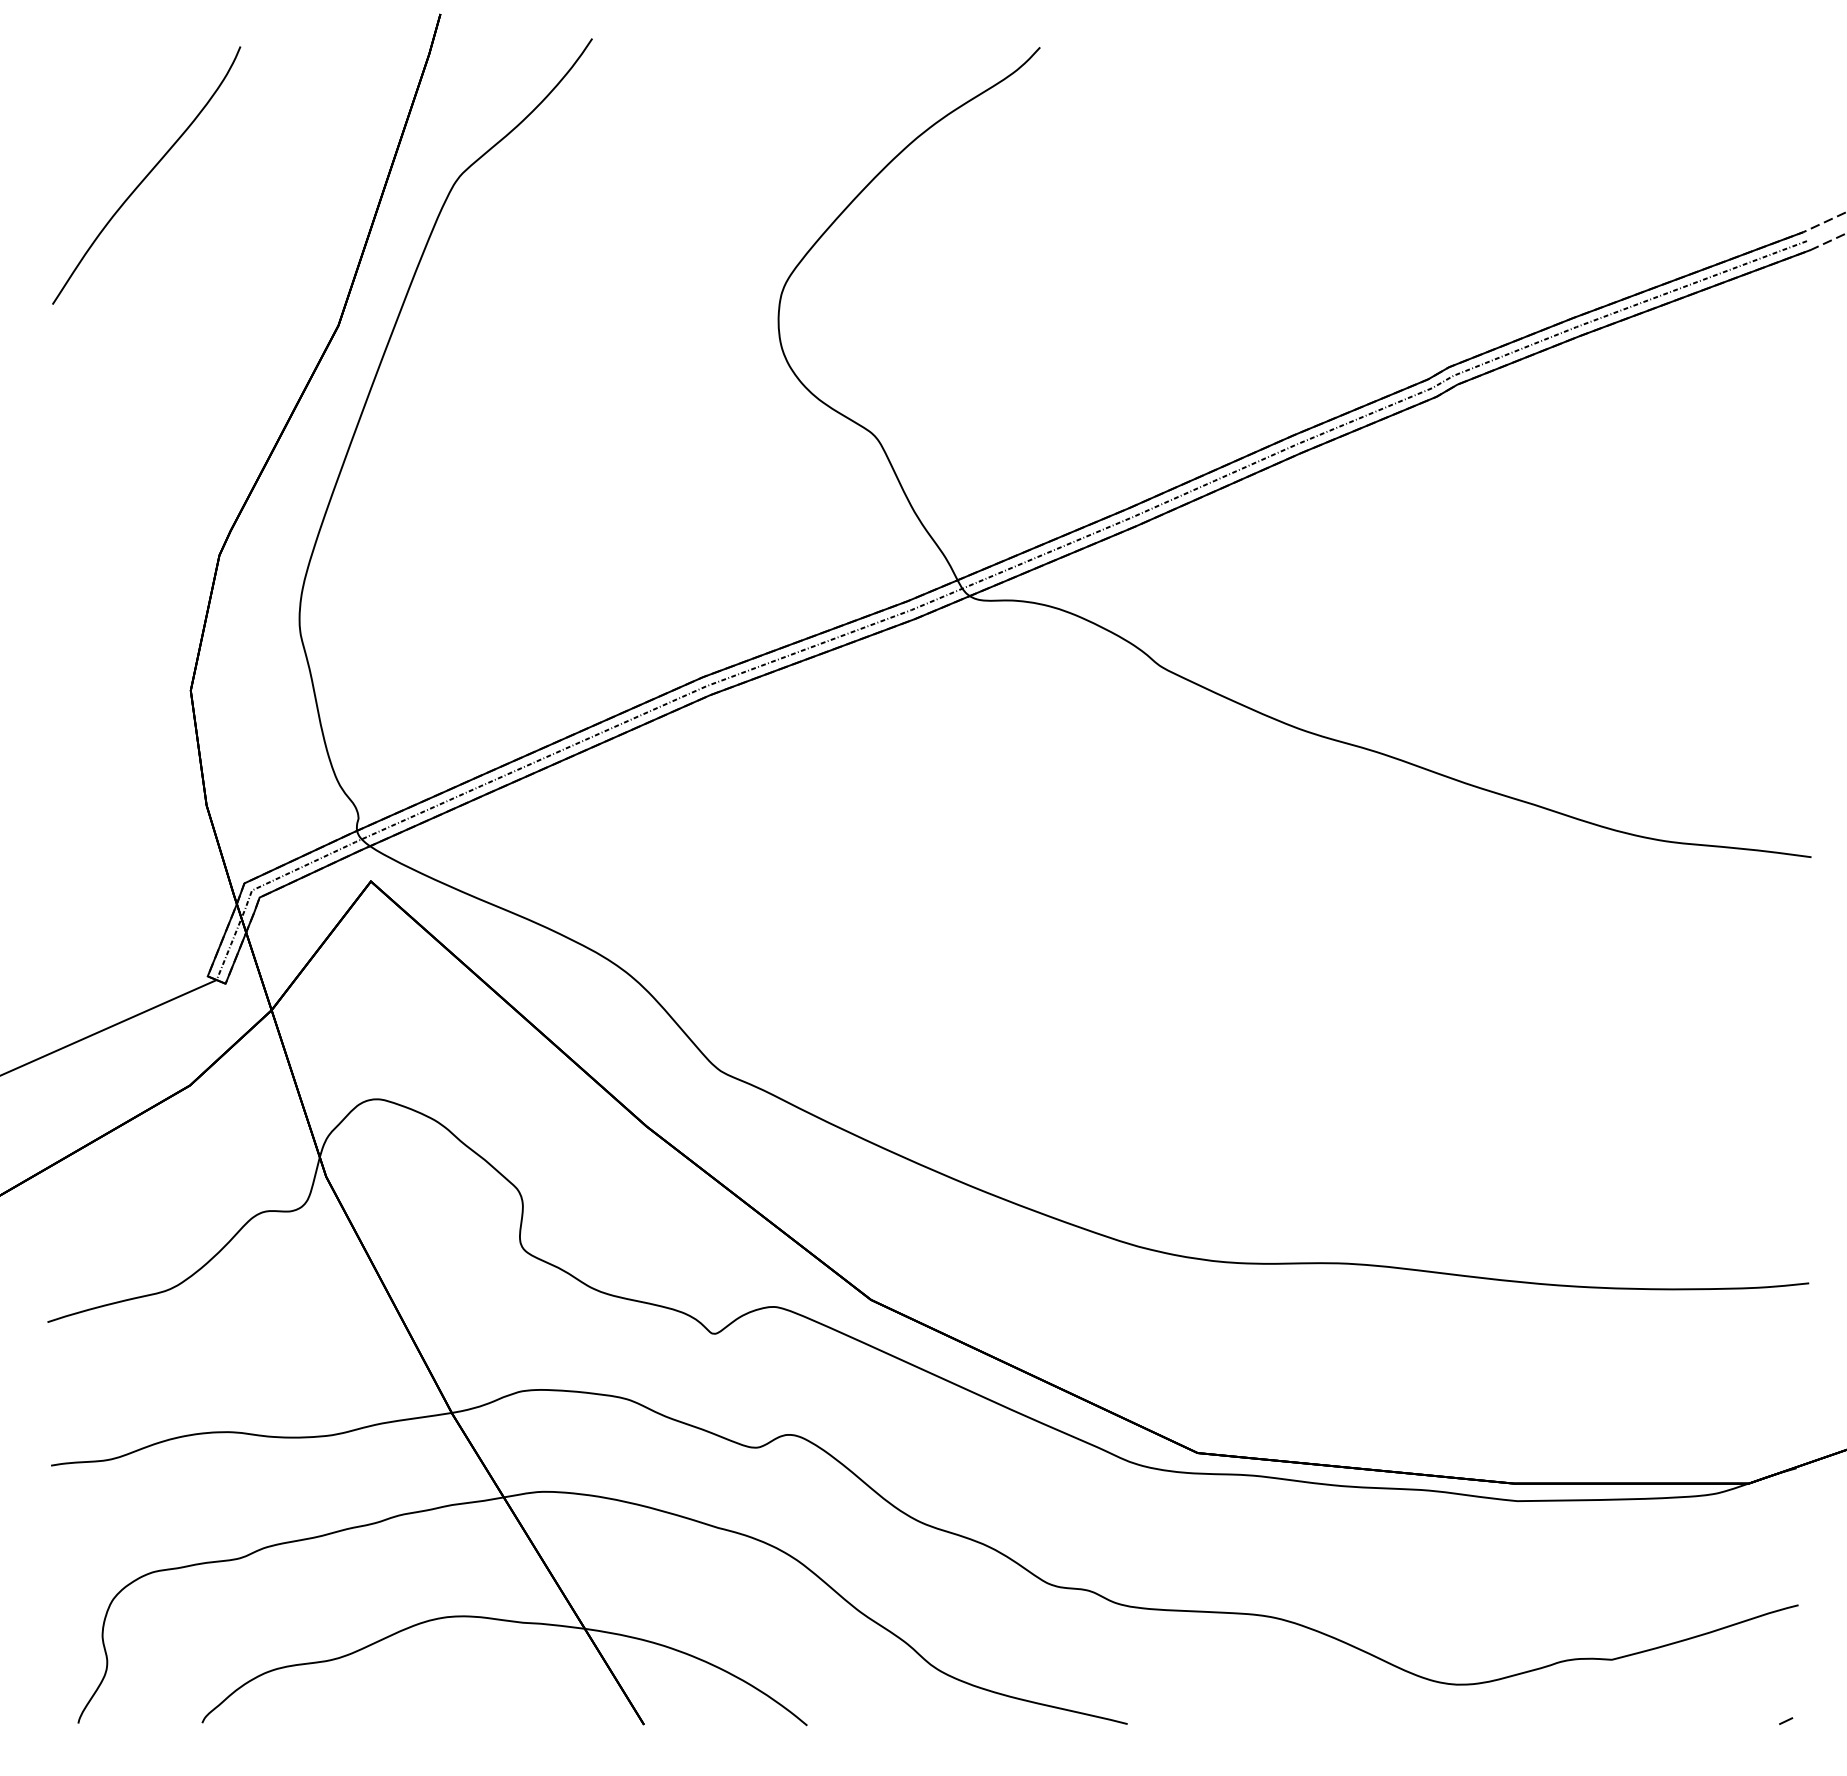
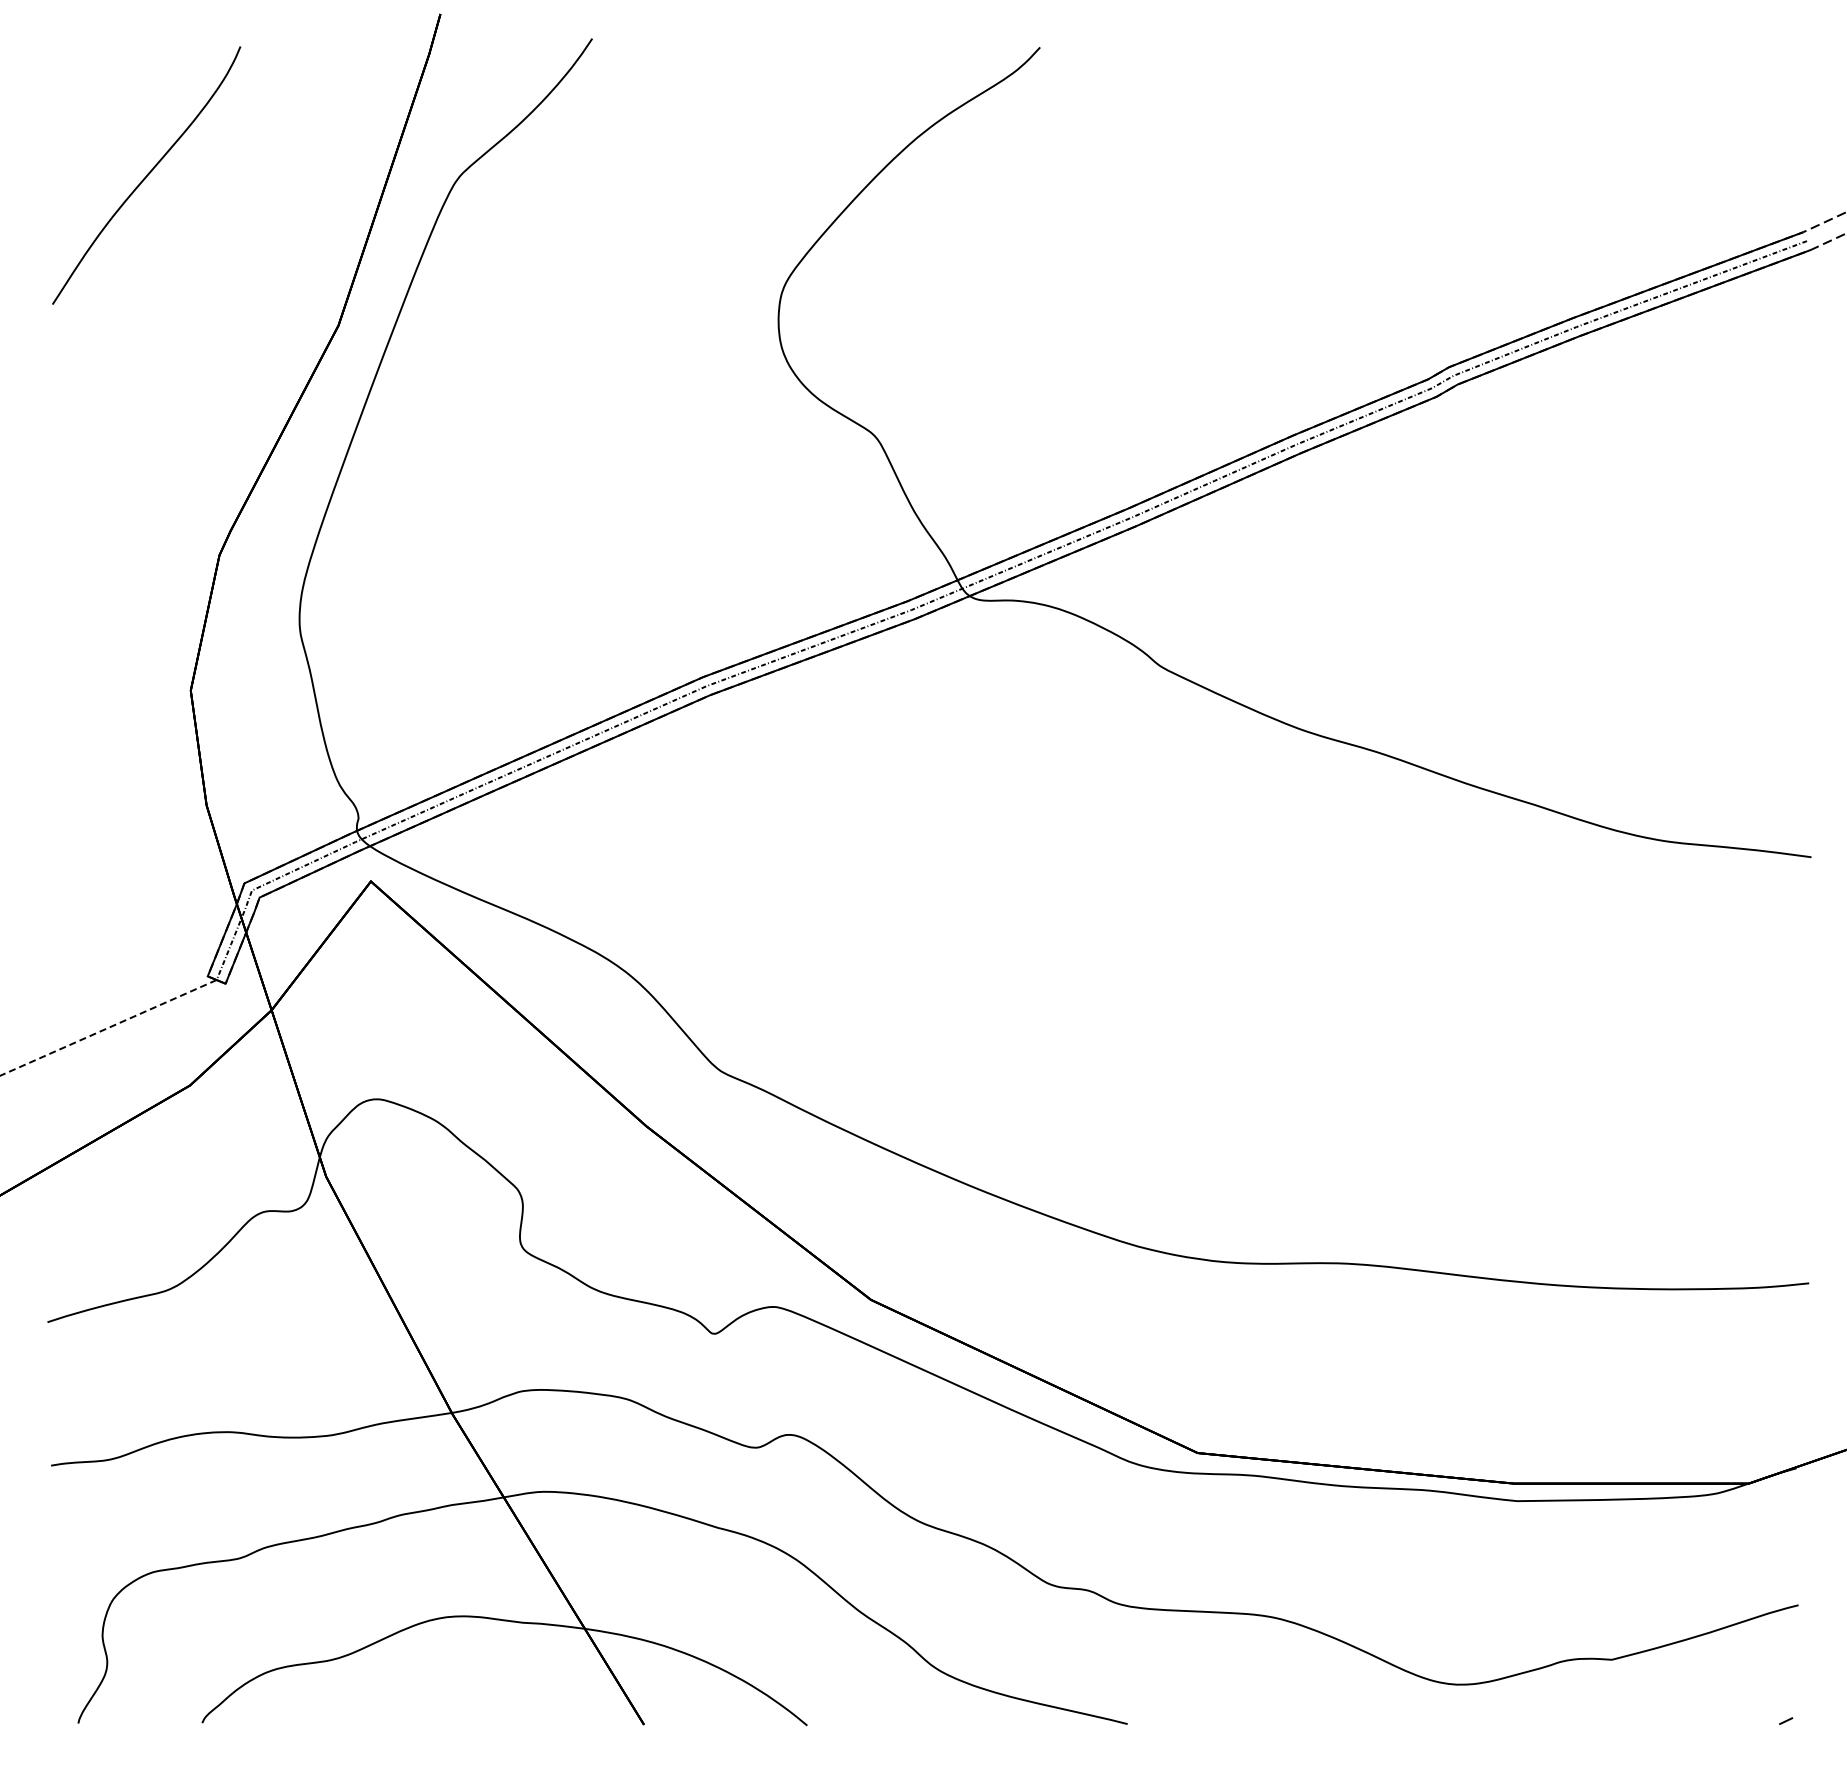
line at (107, 1028): solid -> dashed
